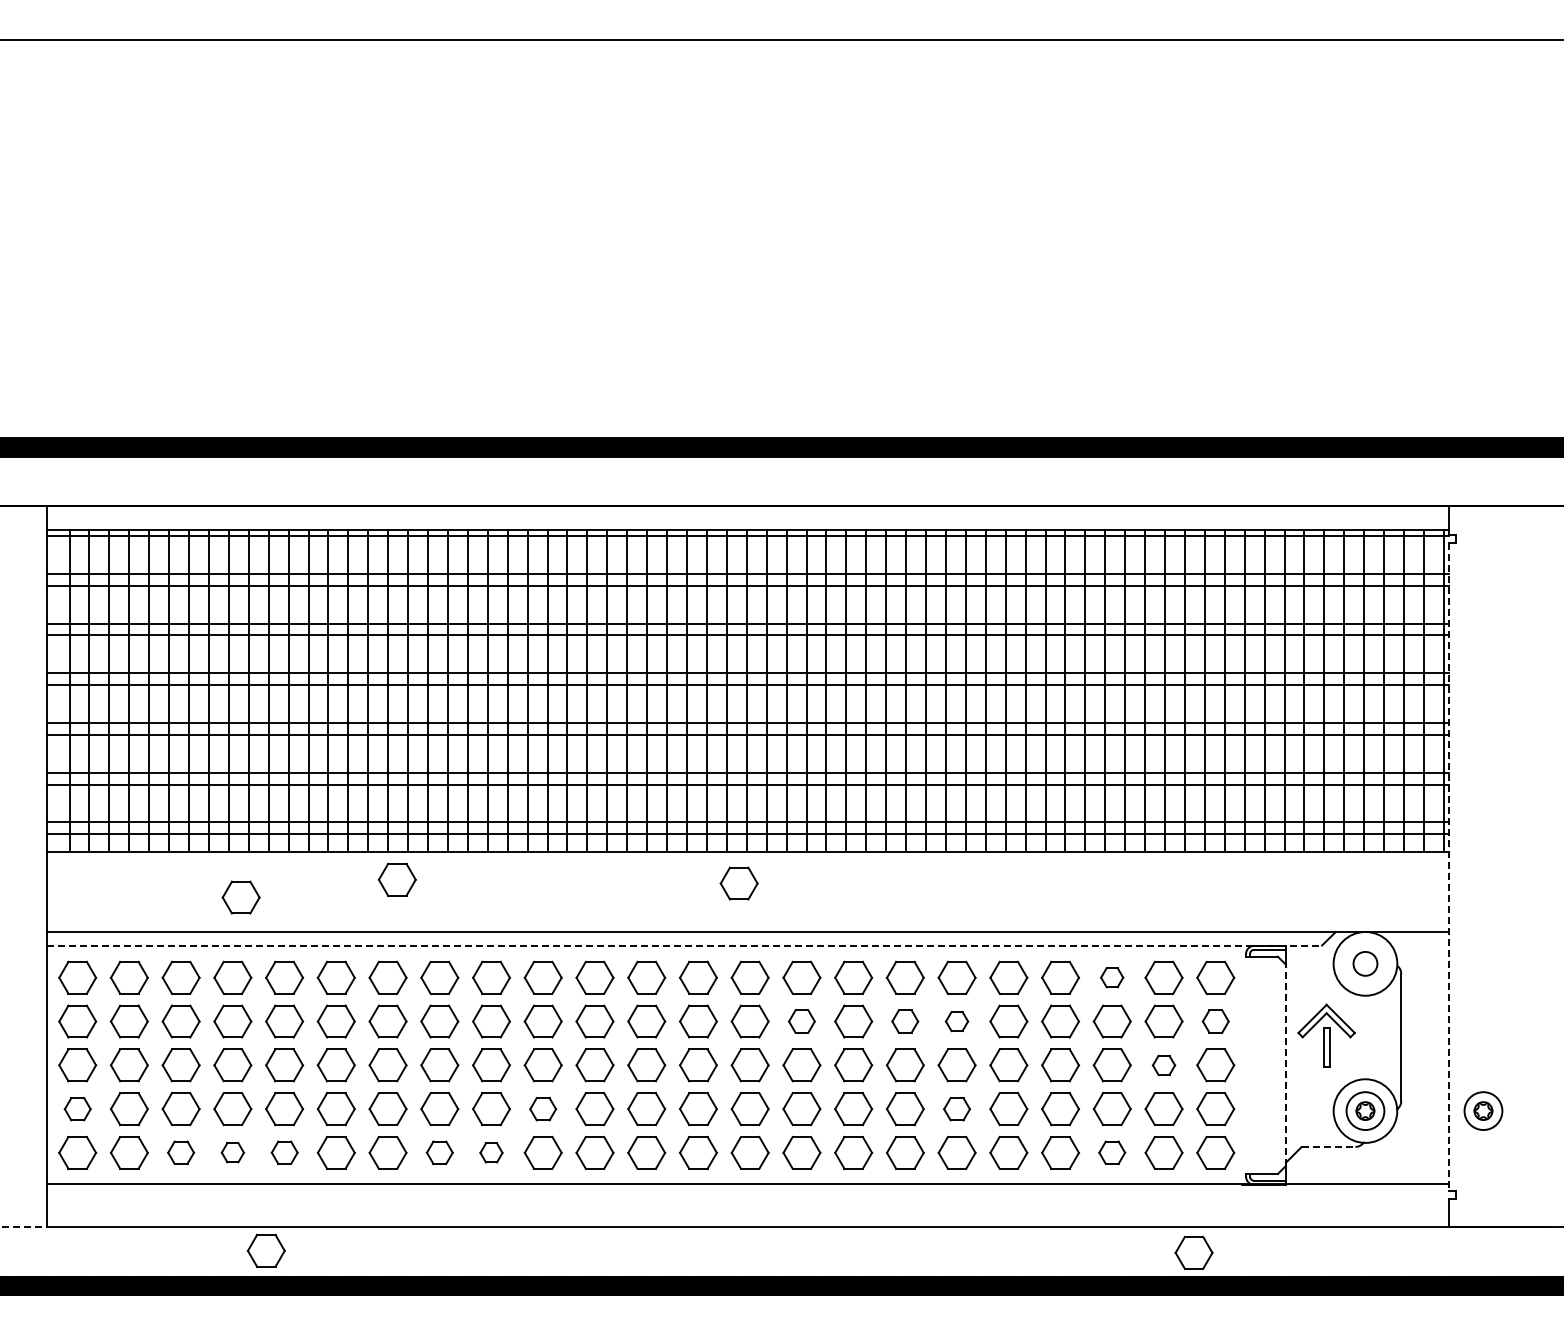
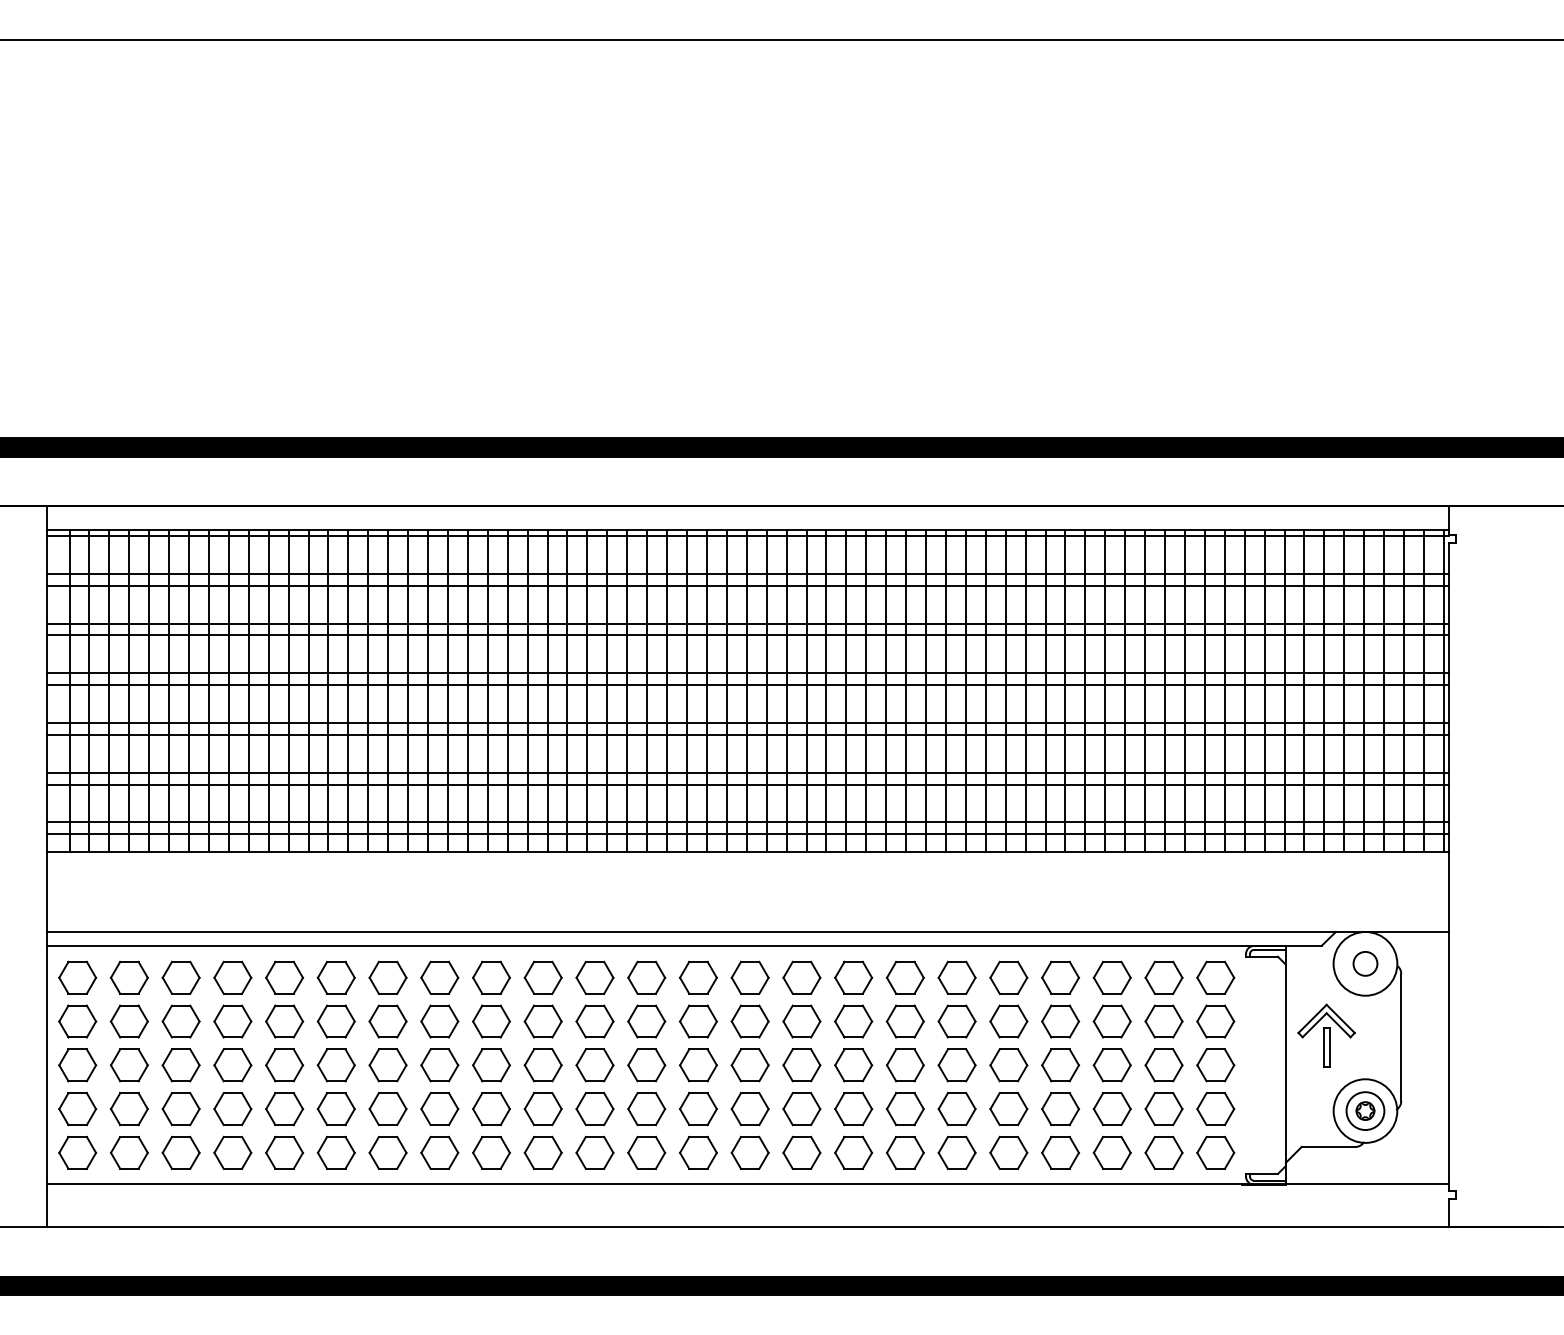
line at (1449, 866): dashed -> solid
part at (396, 879): present -> none
part at (738, 883): present -> none
part at (240, 897): present -> none
line at (684, 945): dashed -> solid
part at (1112, 977) size: 25x22 px -> 40x35 px
part at (801, 1021) size: 29x25 px -> 40x35 px
part at (905, 1021) size: 29x25 px -> 40x35 px
part at (956, 1021) size: 26x22 px -> 40x35 px
part at (1215, 1021) size: 29x25 px -> 40x35 px
part at (1163, 1064) size: 26x22 px -> 40x35 px
line at (1285, 1065): dashed -> solid
part at (77, 1109) size: 29x25 px -> 40x35 px
part at (543, 1109) size: 29x25 px -> 40x35 px
part at (956, 1109) size: 28x25 px -> 40x35 px
part at (1483, 1110): present -> none
line at (1328, 1146): dashed -> solid
part at (181, 1152) size: 29x25 px -> 40x35 px
part at (232, 1152) size: 25x22 px -> 40x35 px
part at (284, 1152) size: 29x25 px -> 40x35 px
part at (439, 1152) size: 29x25 px -> 40x35 px
part at (491, 1152) size: 25x22 px -> 39x34 px
part at (1112, 1152) size: 29x25 px -> 40x35 px
line at (24, 1227): dashed -> solid
part at (265, 1250): present -> none
part at (1193, 1252): present -> none
